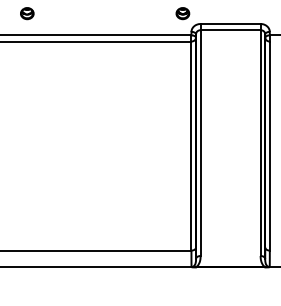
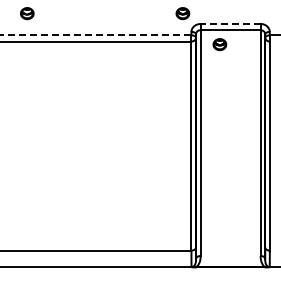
line at (230, 24): solid -> dashed
line at (95, 35): solid -> dashed
part at (219, 44): none -> present
